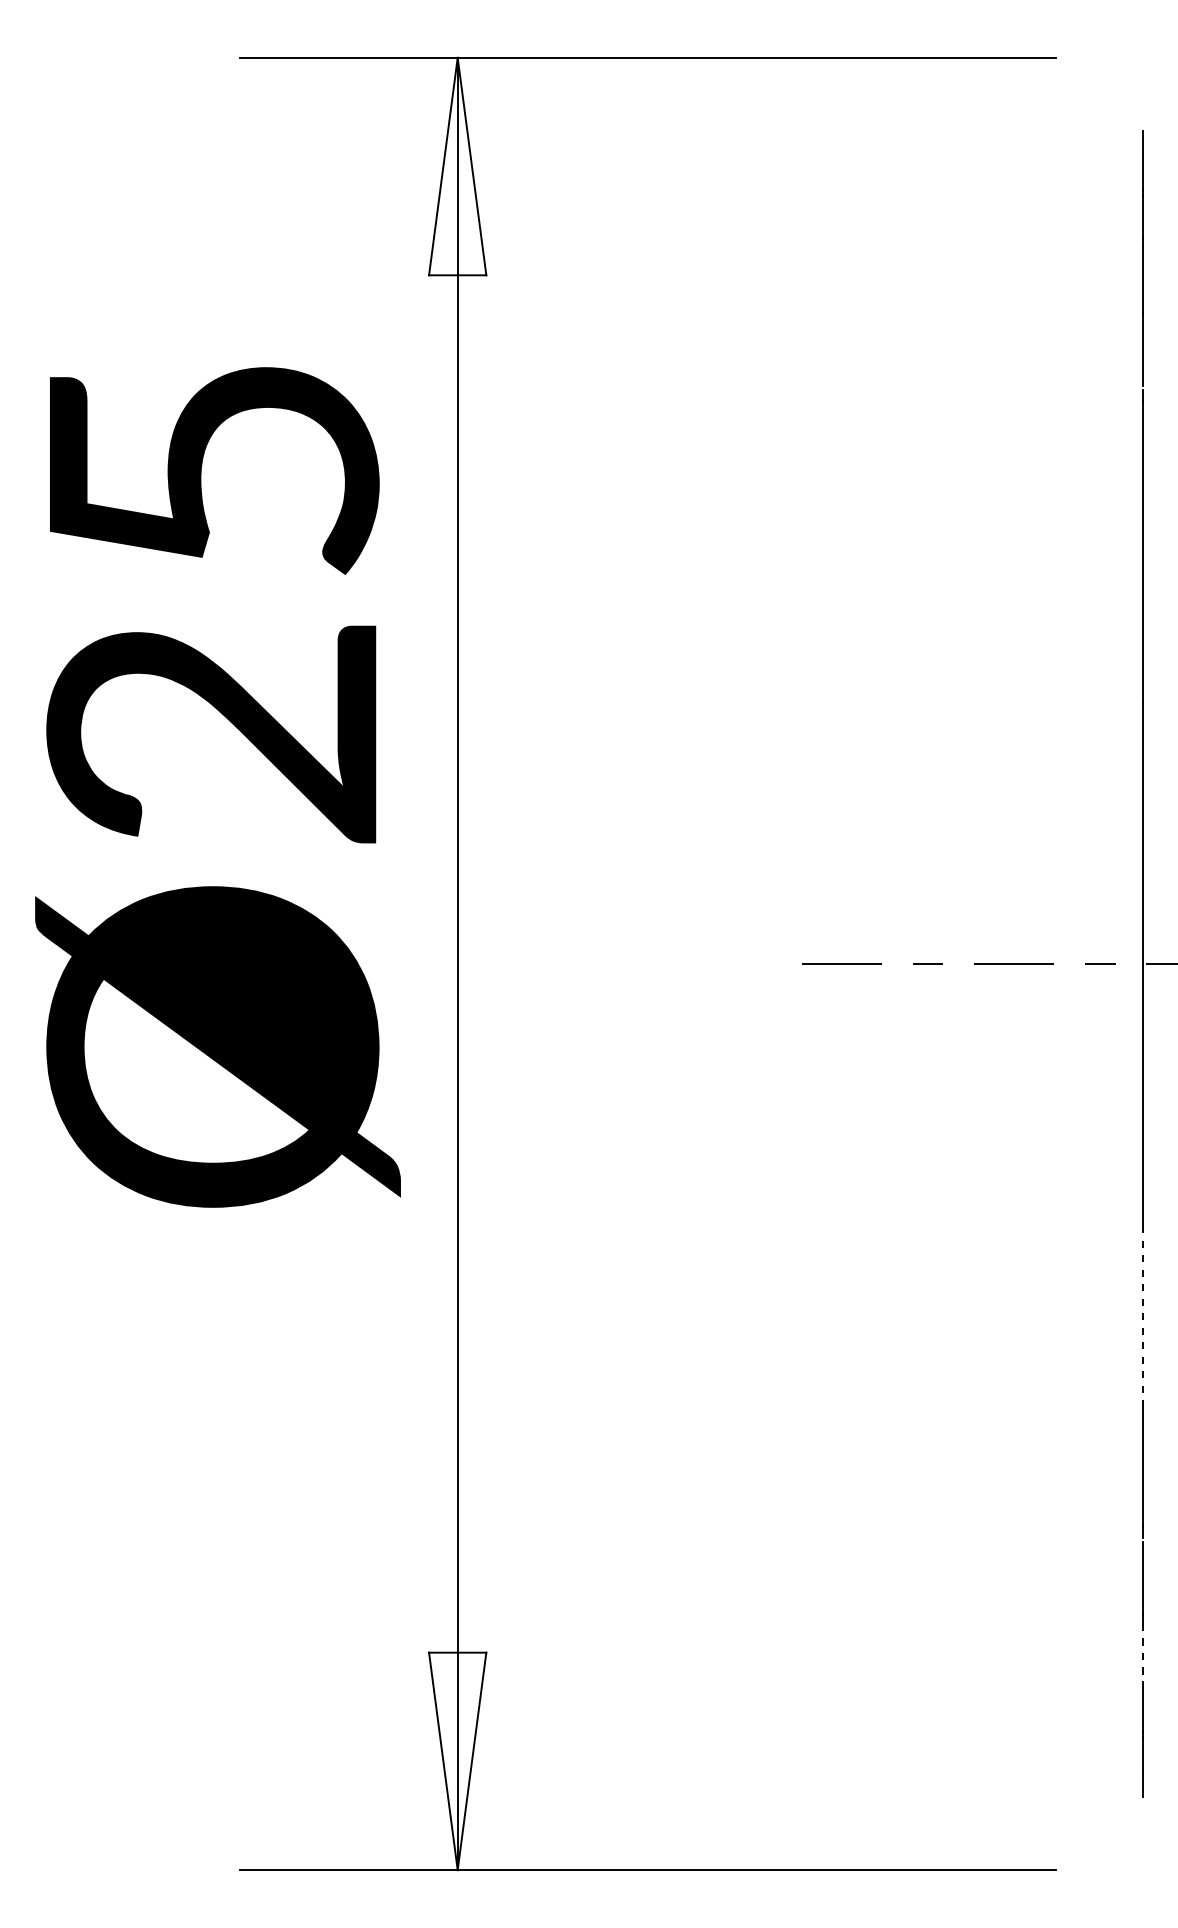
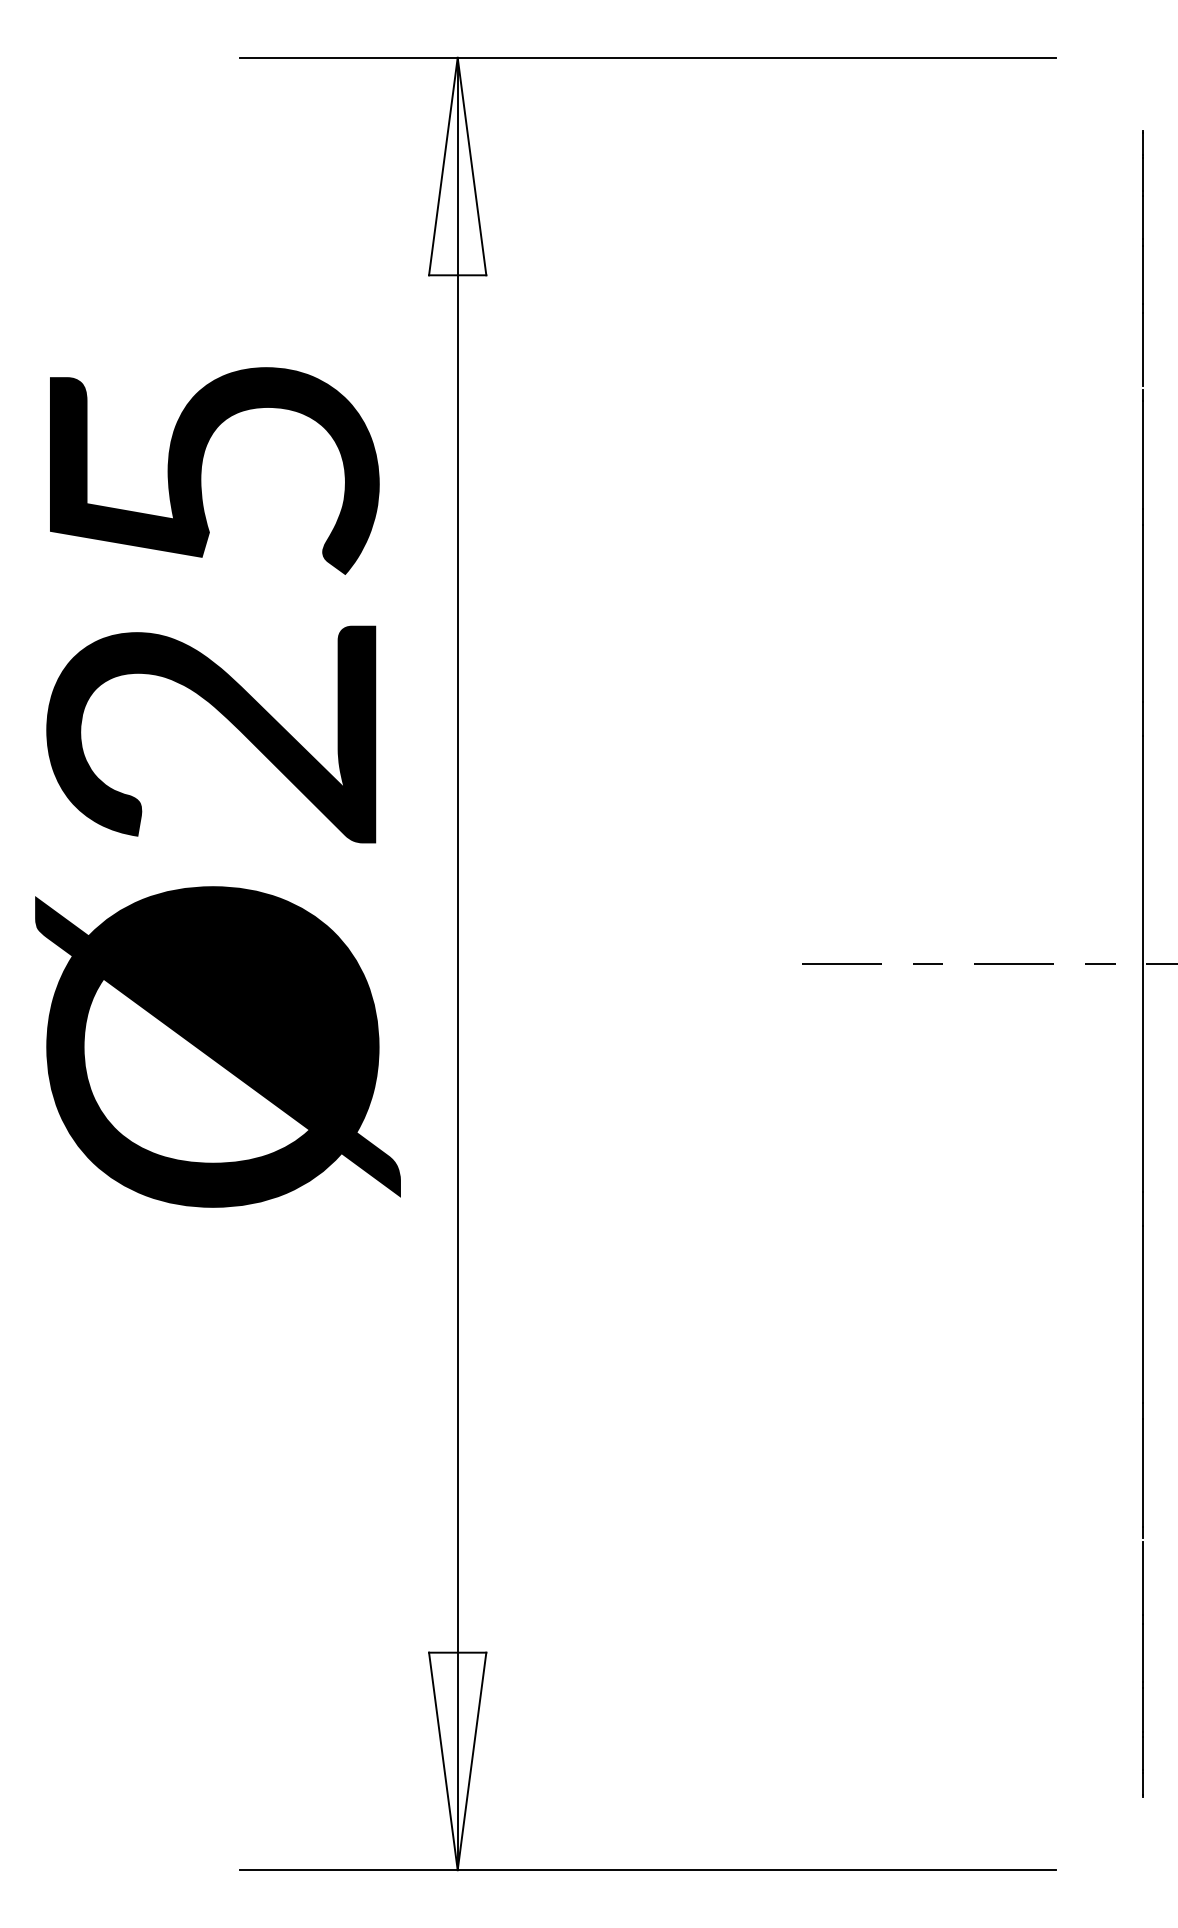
line at (1142, 1315): dashed -> solid
line at (1142, 1653): dashed -> solid
